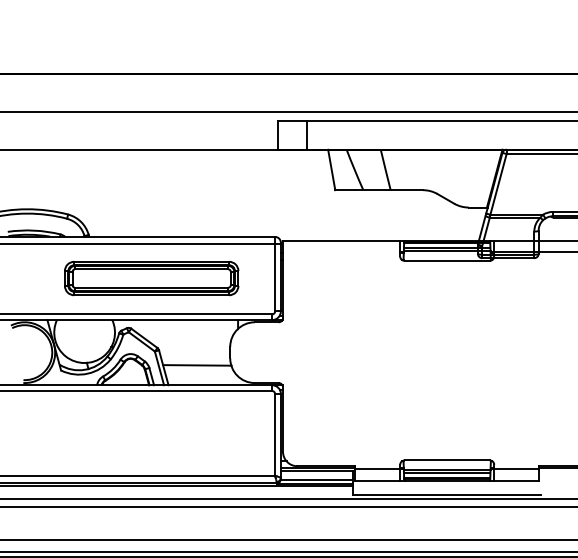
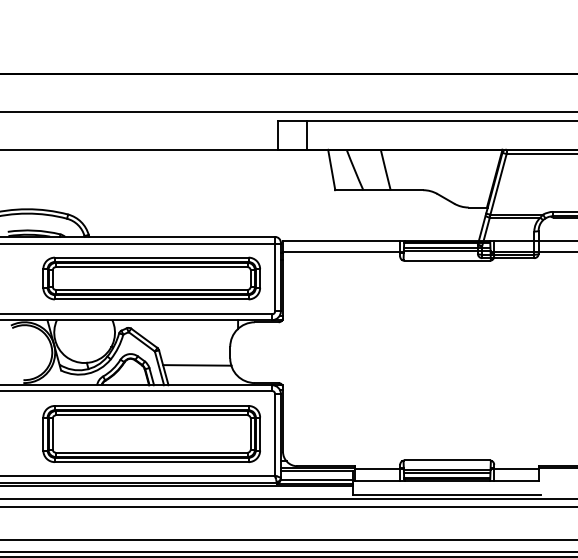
line at (341, 252): none -> present
part at (151, 278) size: 176x36 px -> 219x45 px
part at (151, 433): none -> present
